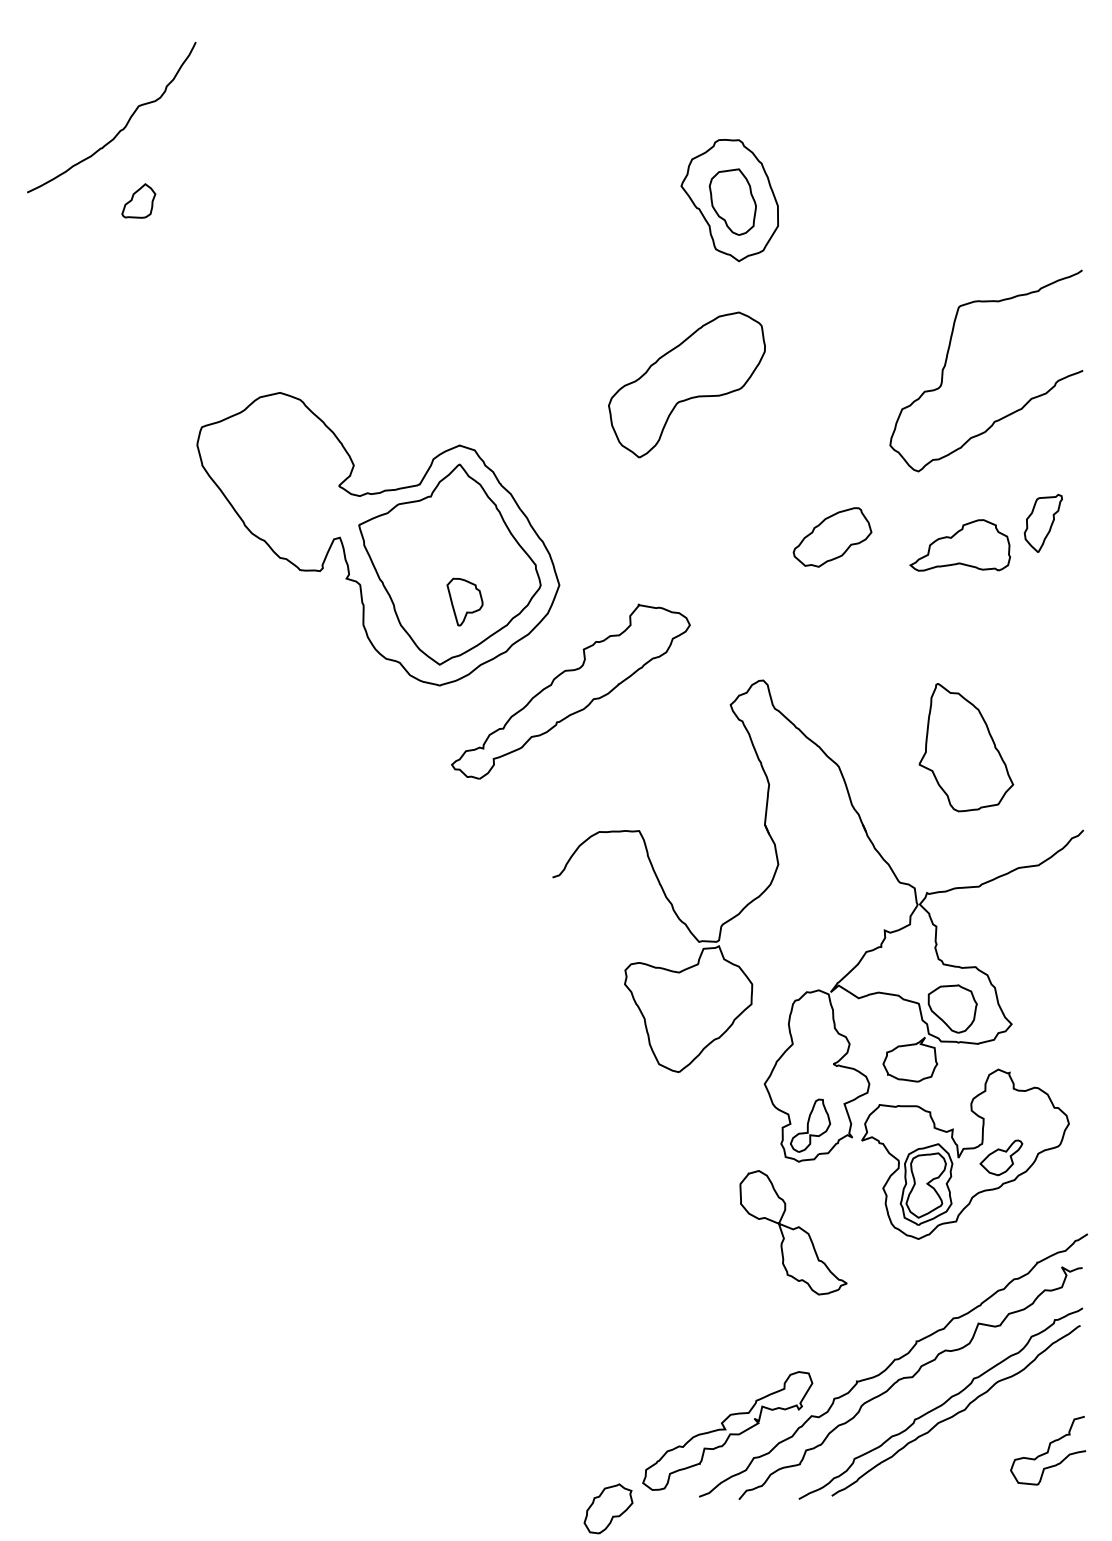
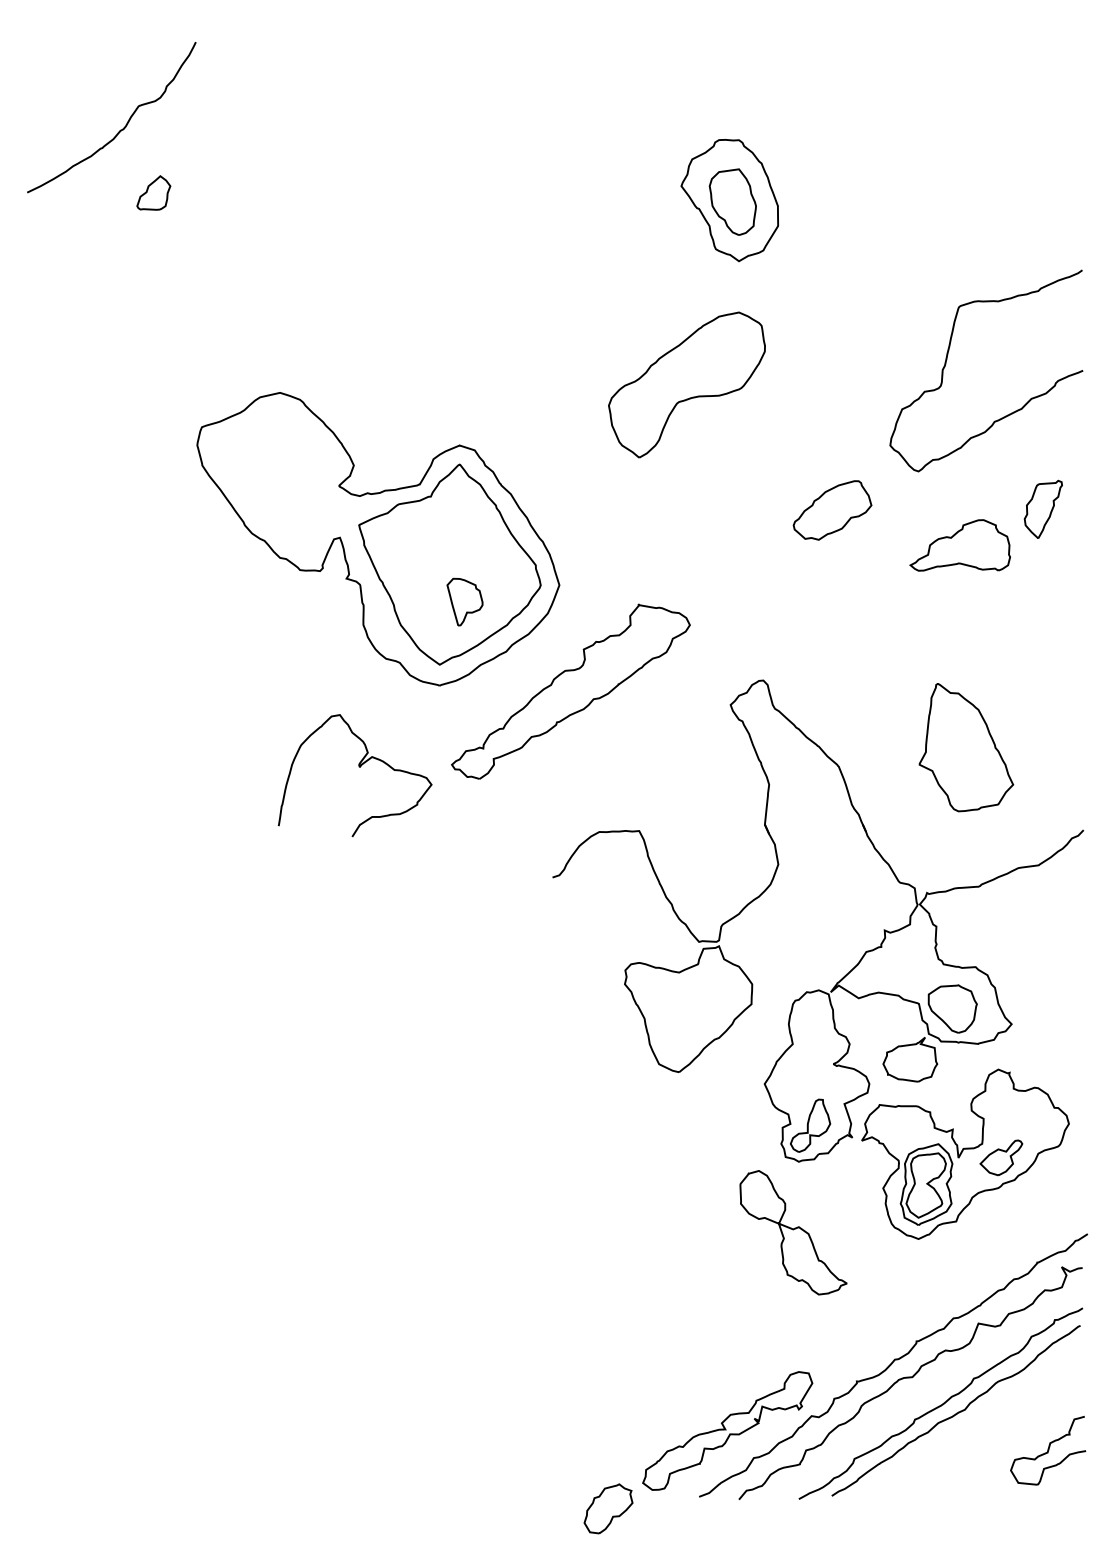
part at (138, 200) position: (138, 200) -> (153, 192)
part at (1042, 522) position: (1042, 522) -> (1042, 508)
part at (832, 537) position: (832, 537) -> (832, 510)
curve at (359, 767): none -> present
